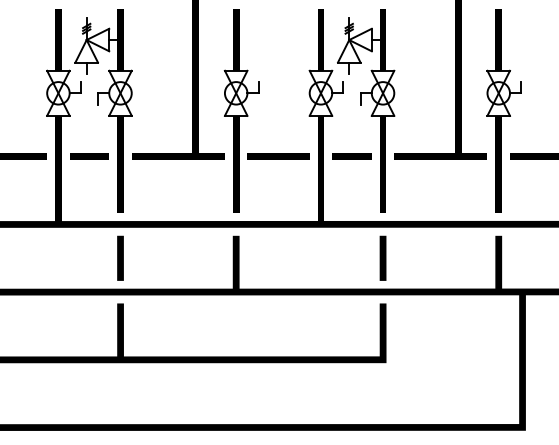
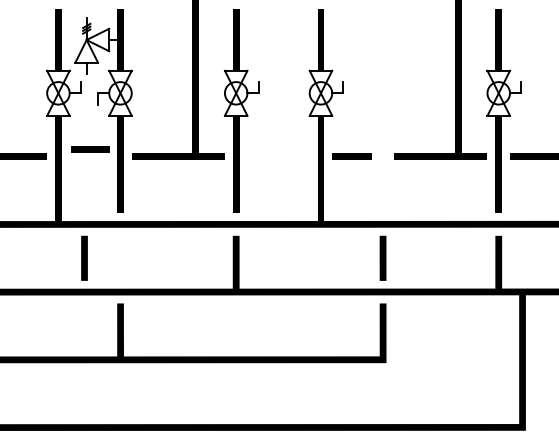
part at (366, 110): present -> none
line at (89, 156) position: (89, 156) -> (90, 149)
line at (278, 156): present -> none
line at (120, 257) position: (120, 257) -> (84, 257)
